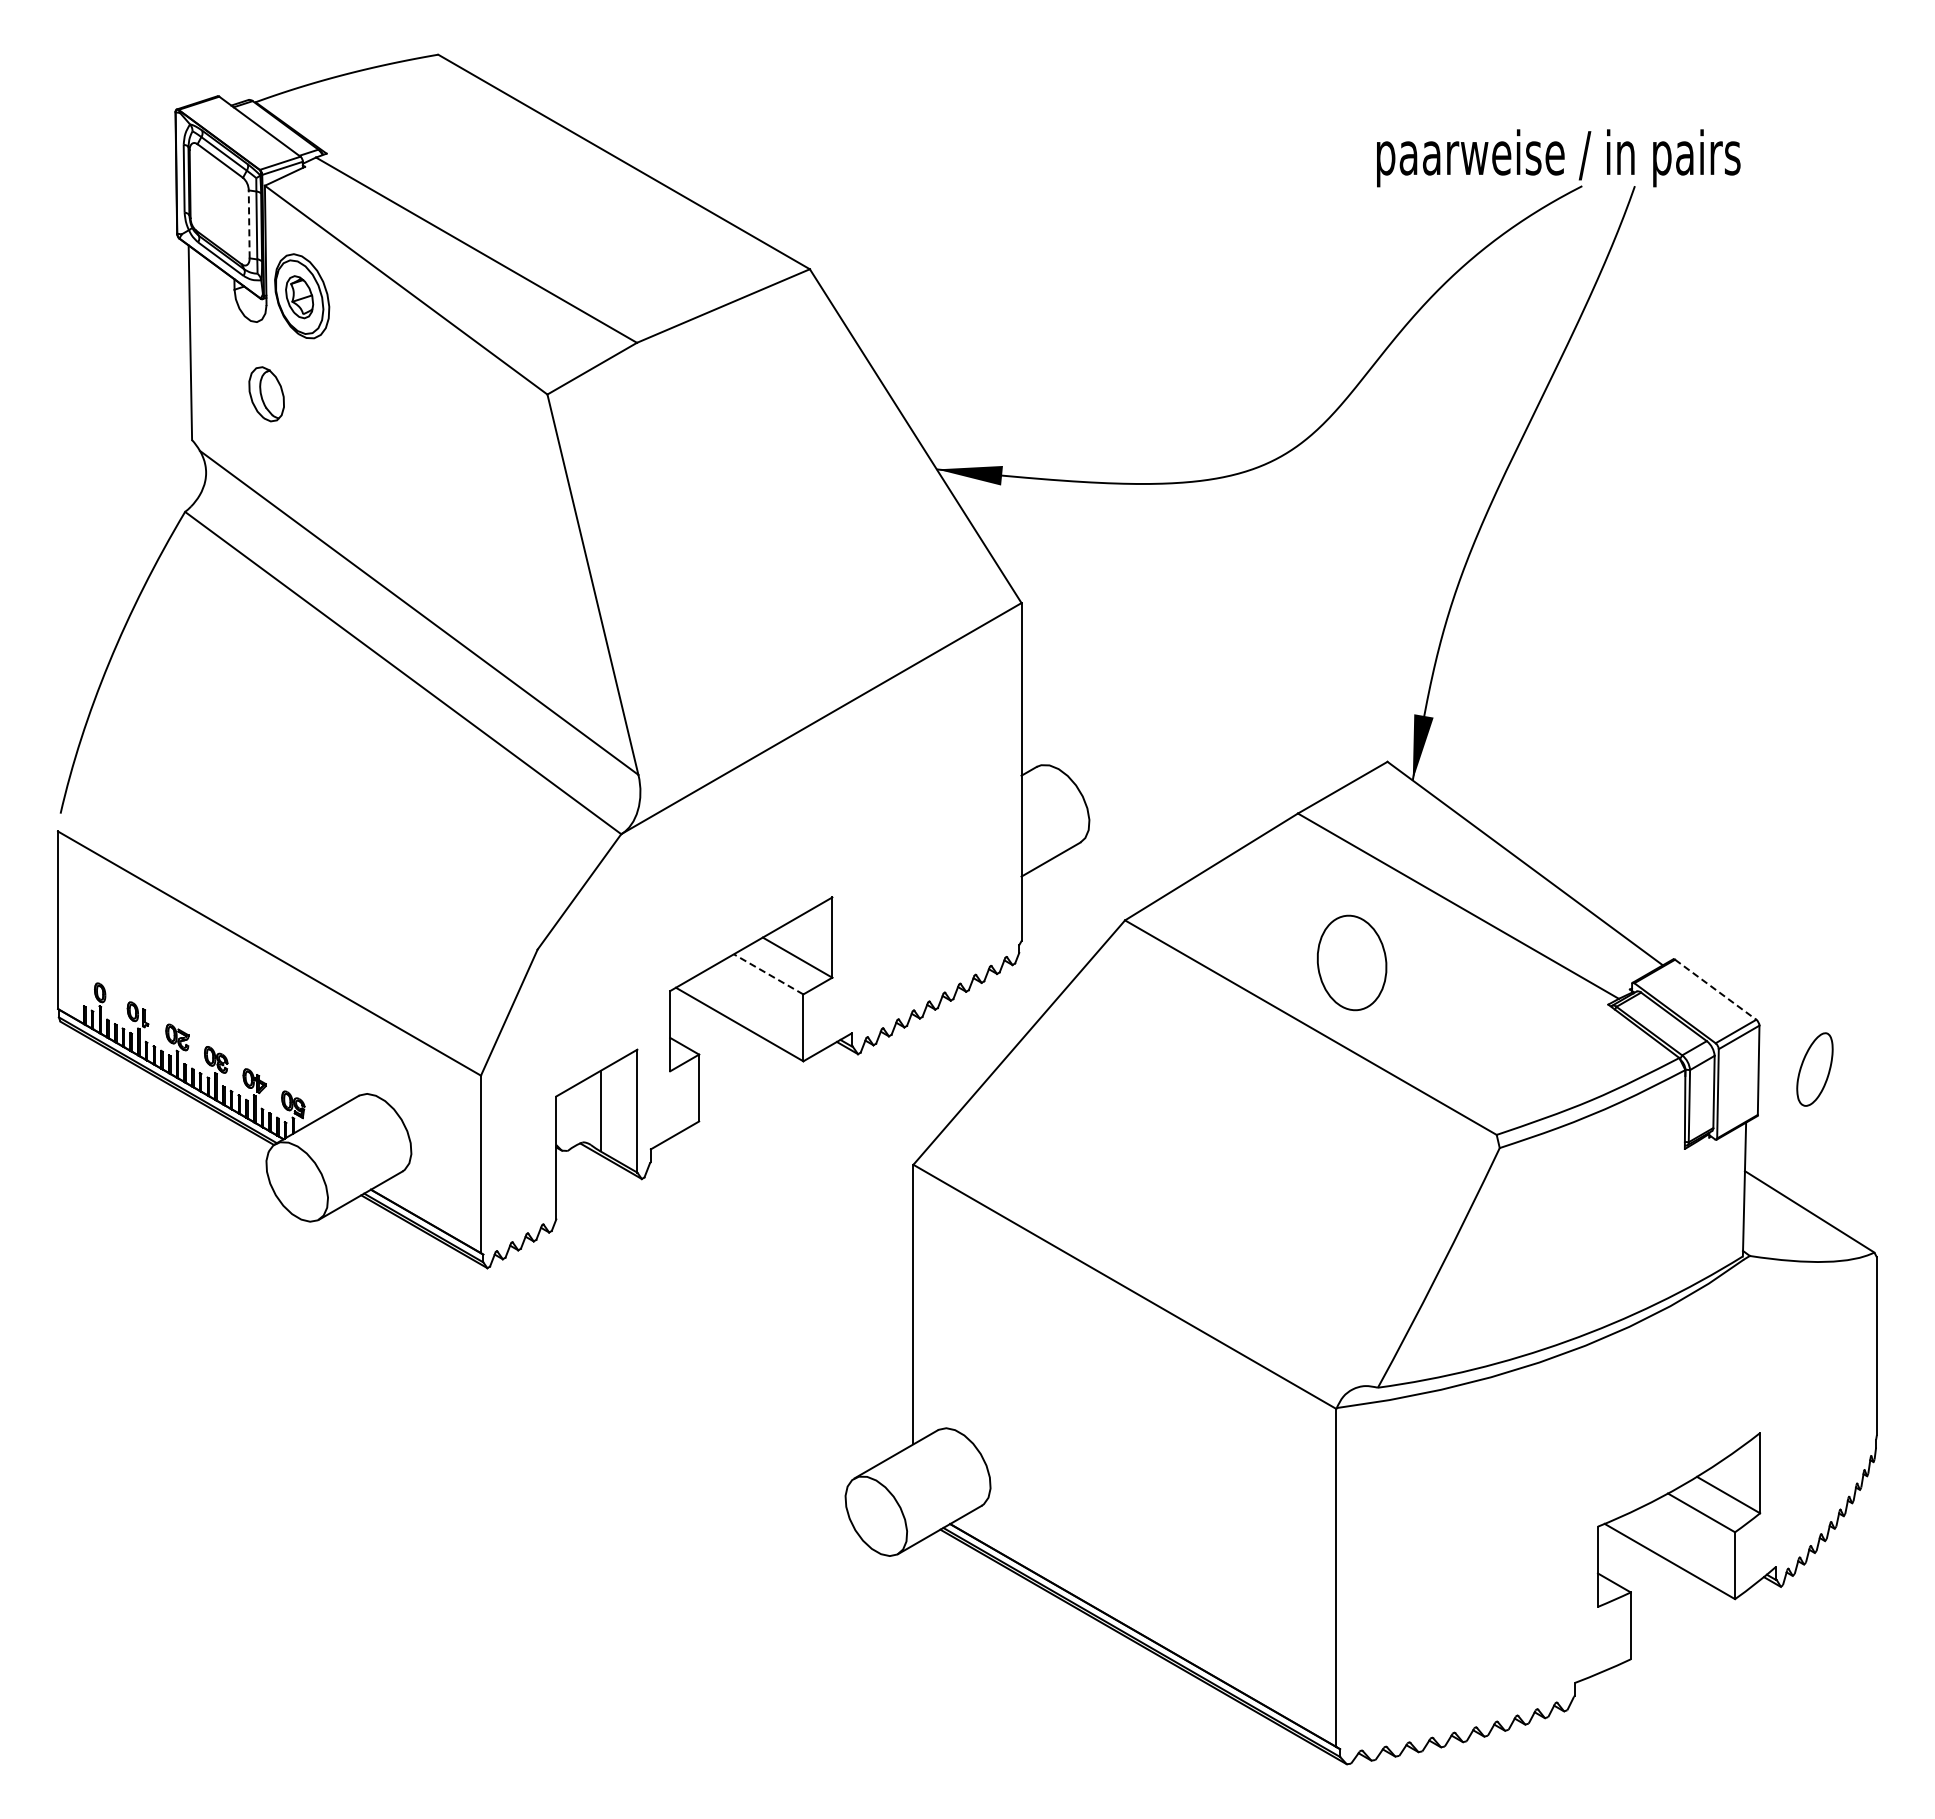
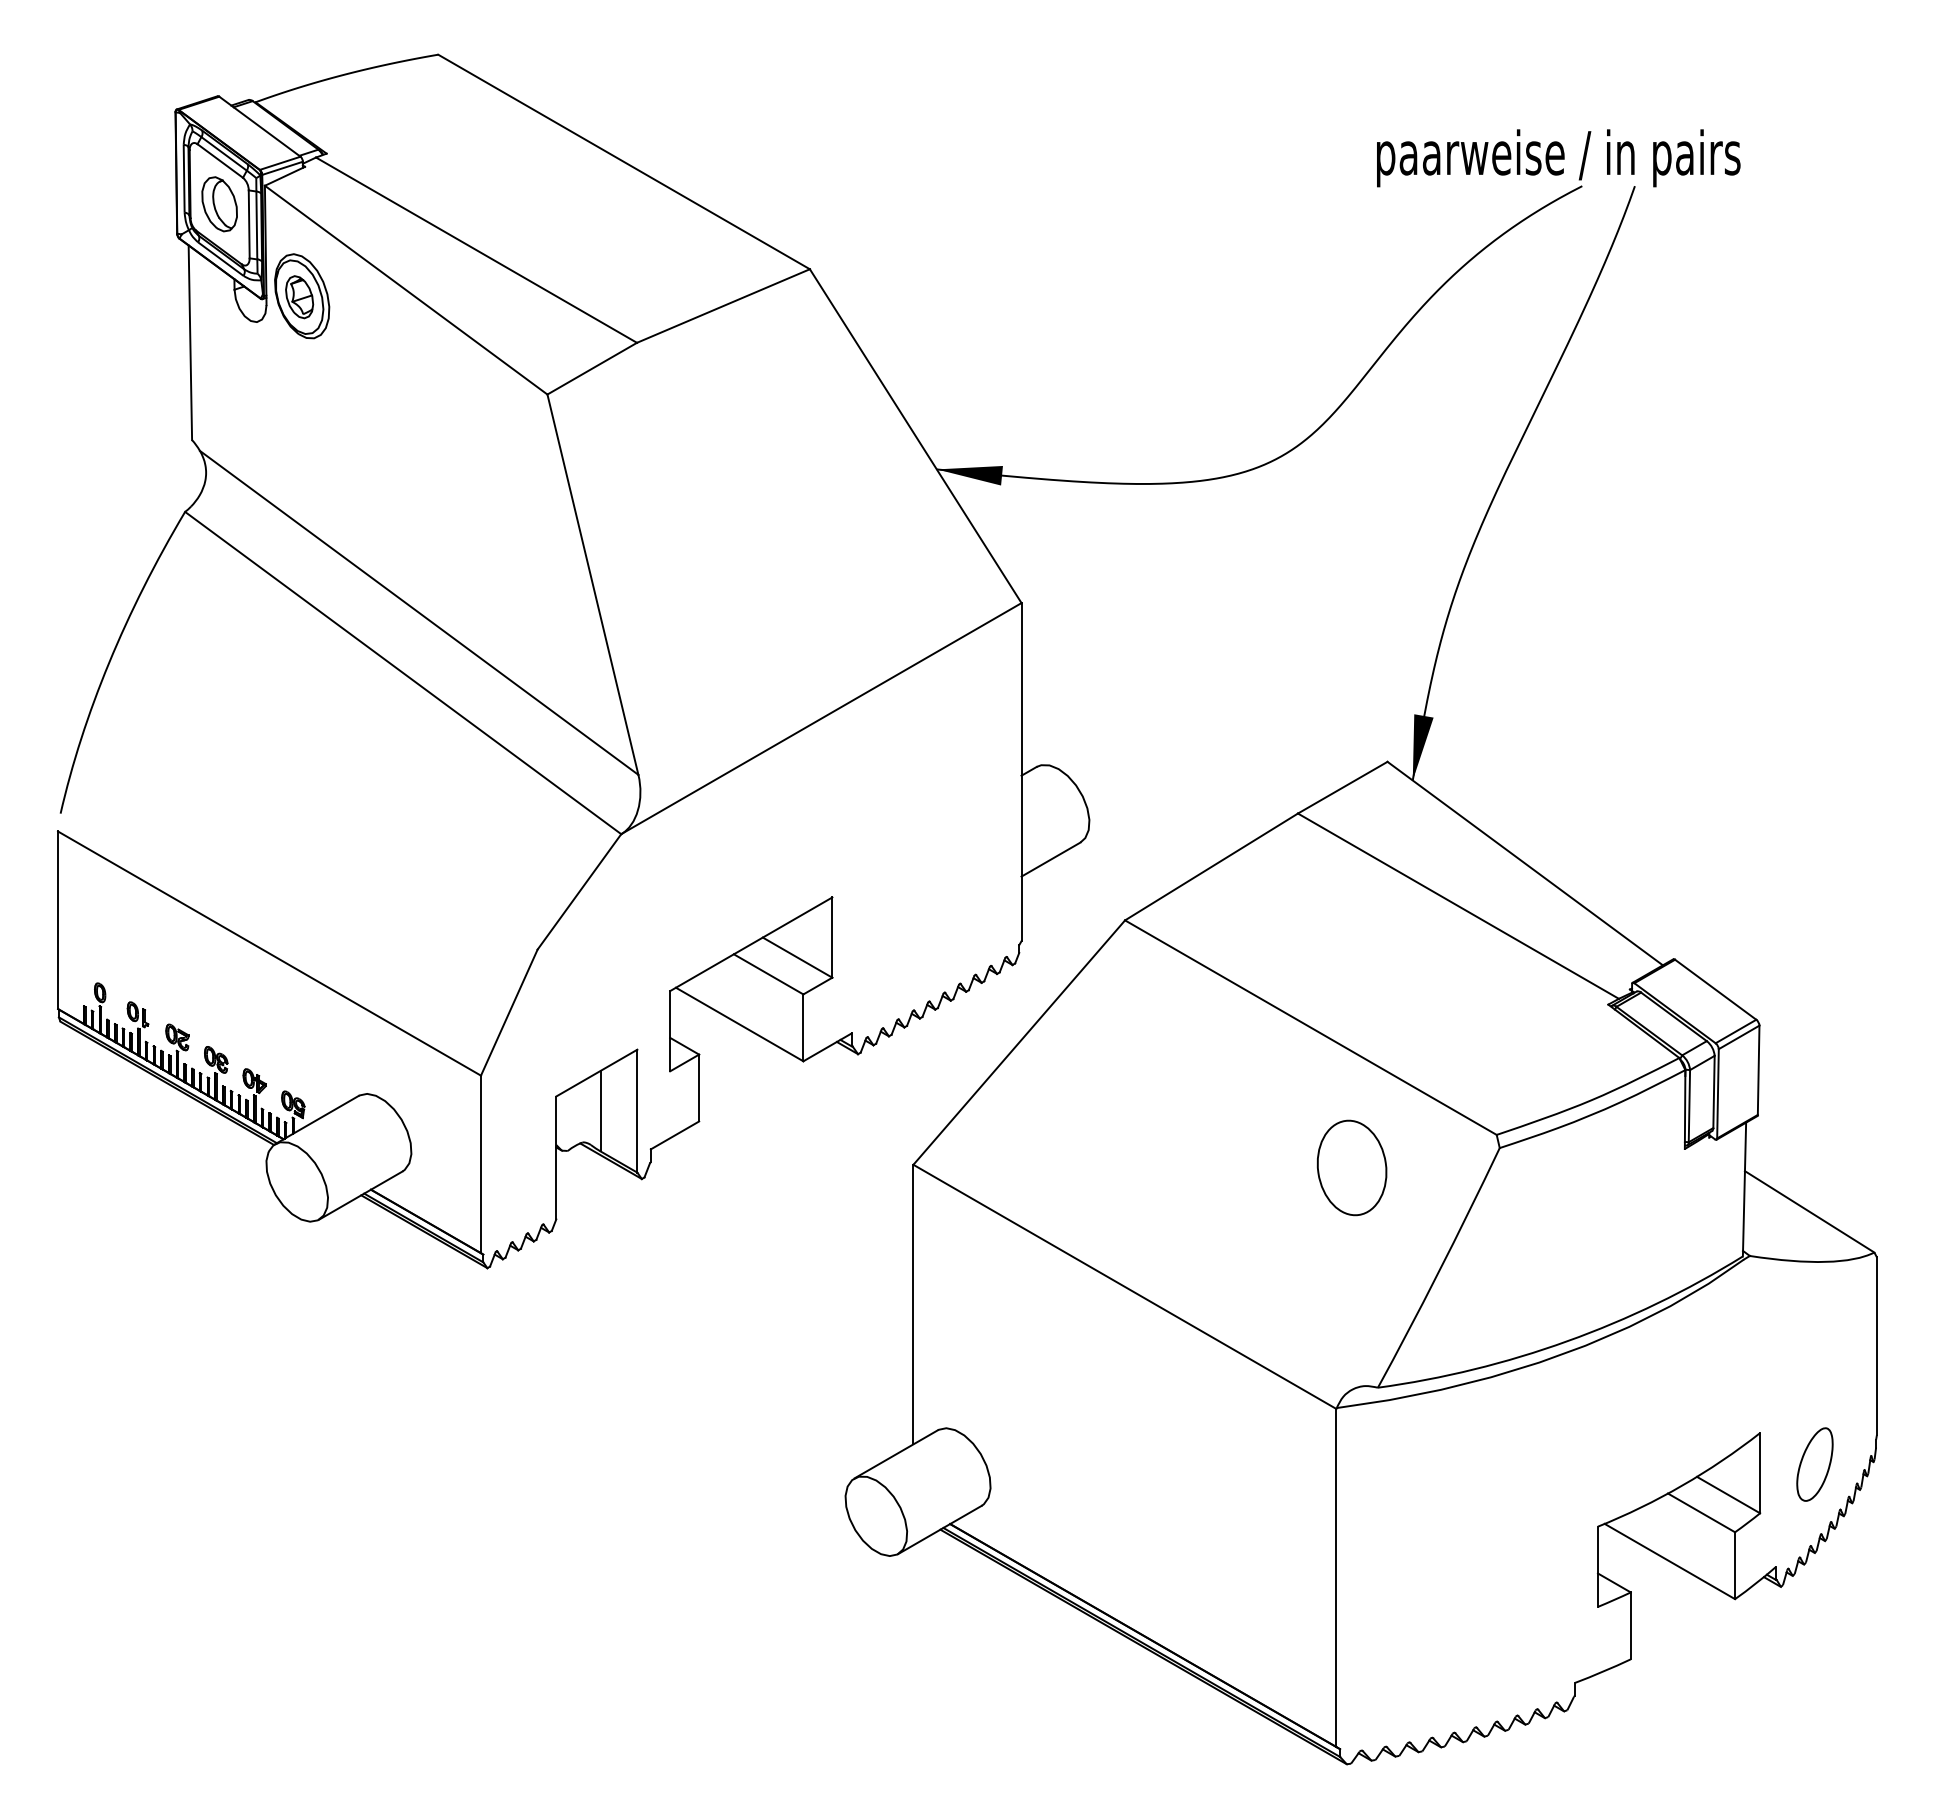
line at (249, 224): dashed -> solid
part at (266, 394) position: (266, 394) -> (219, 204)
part at (1351, 962) position: (1351, 962) -> (1351, 1167)
line at (768, 974): dashed -> solid
line at (1715, 989): dashed -> solid
part at (1814, 1069) position: (1814, 1069) -> (1814, 1464)
